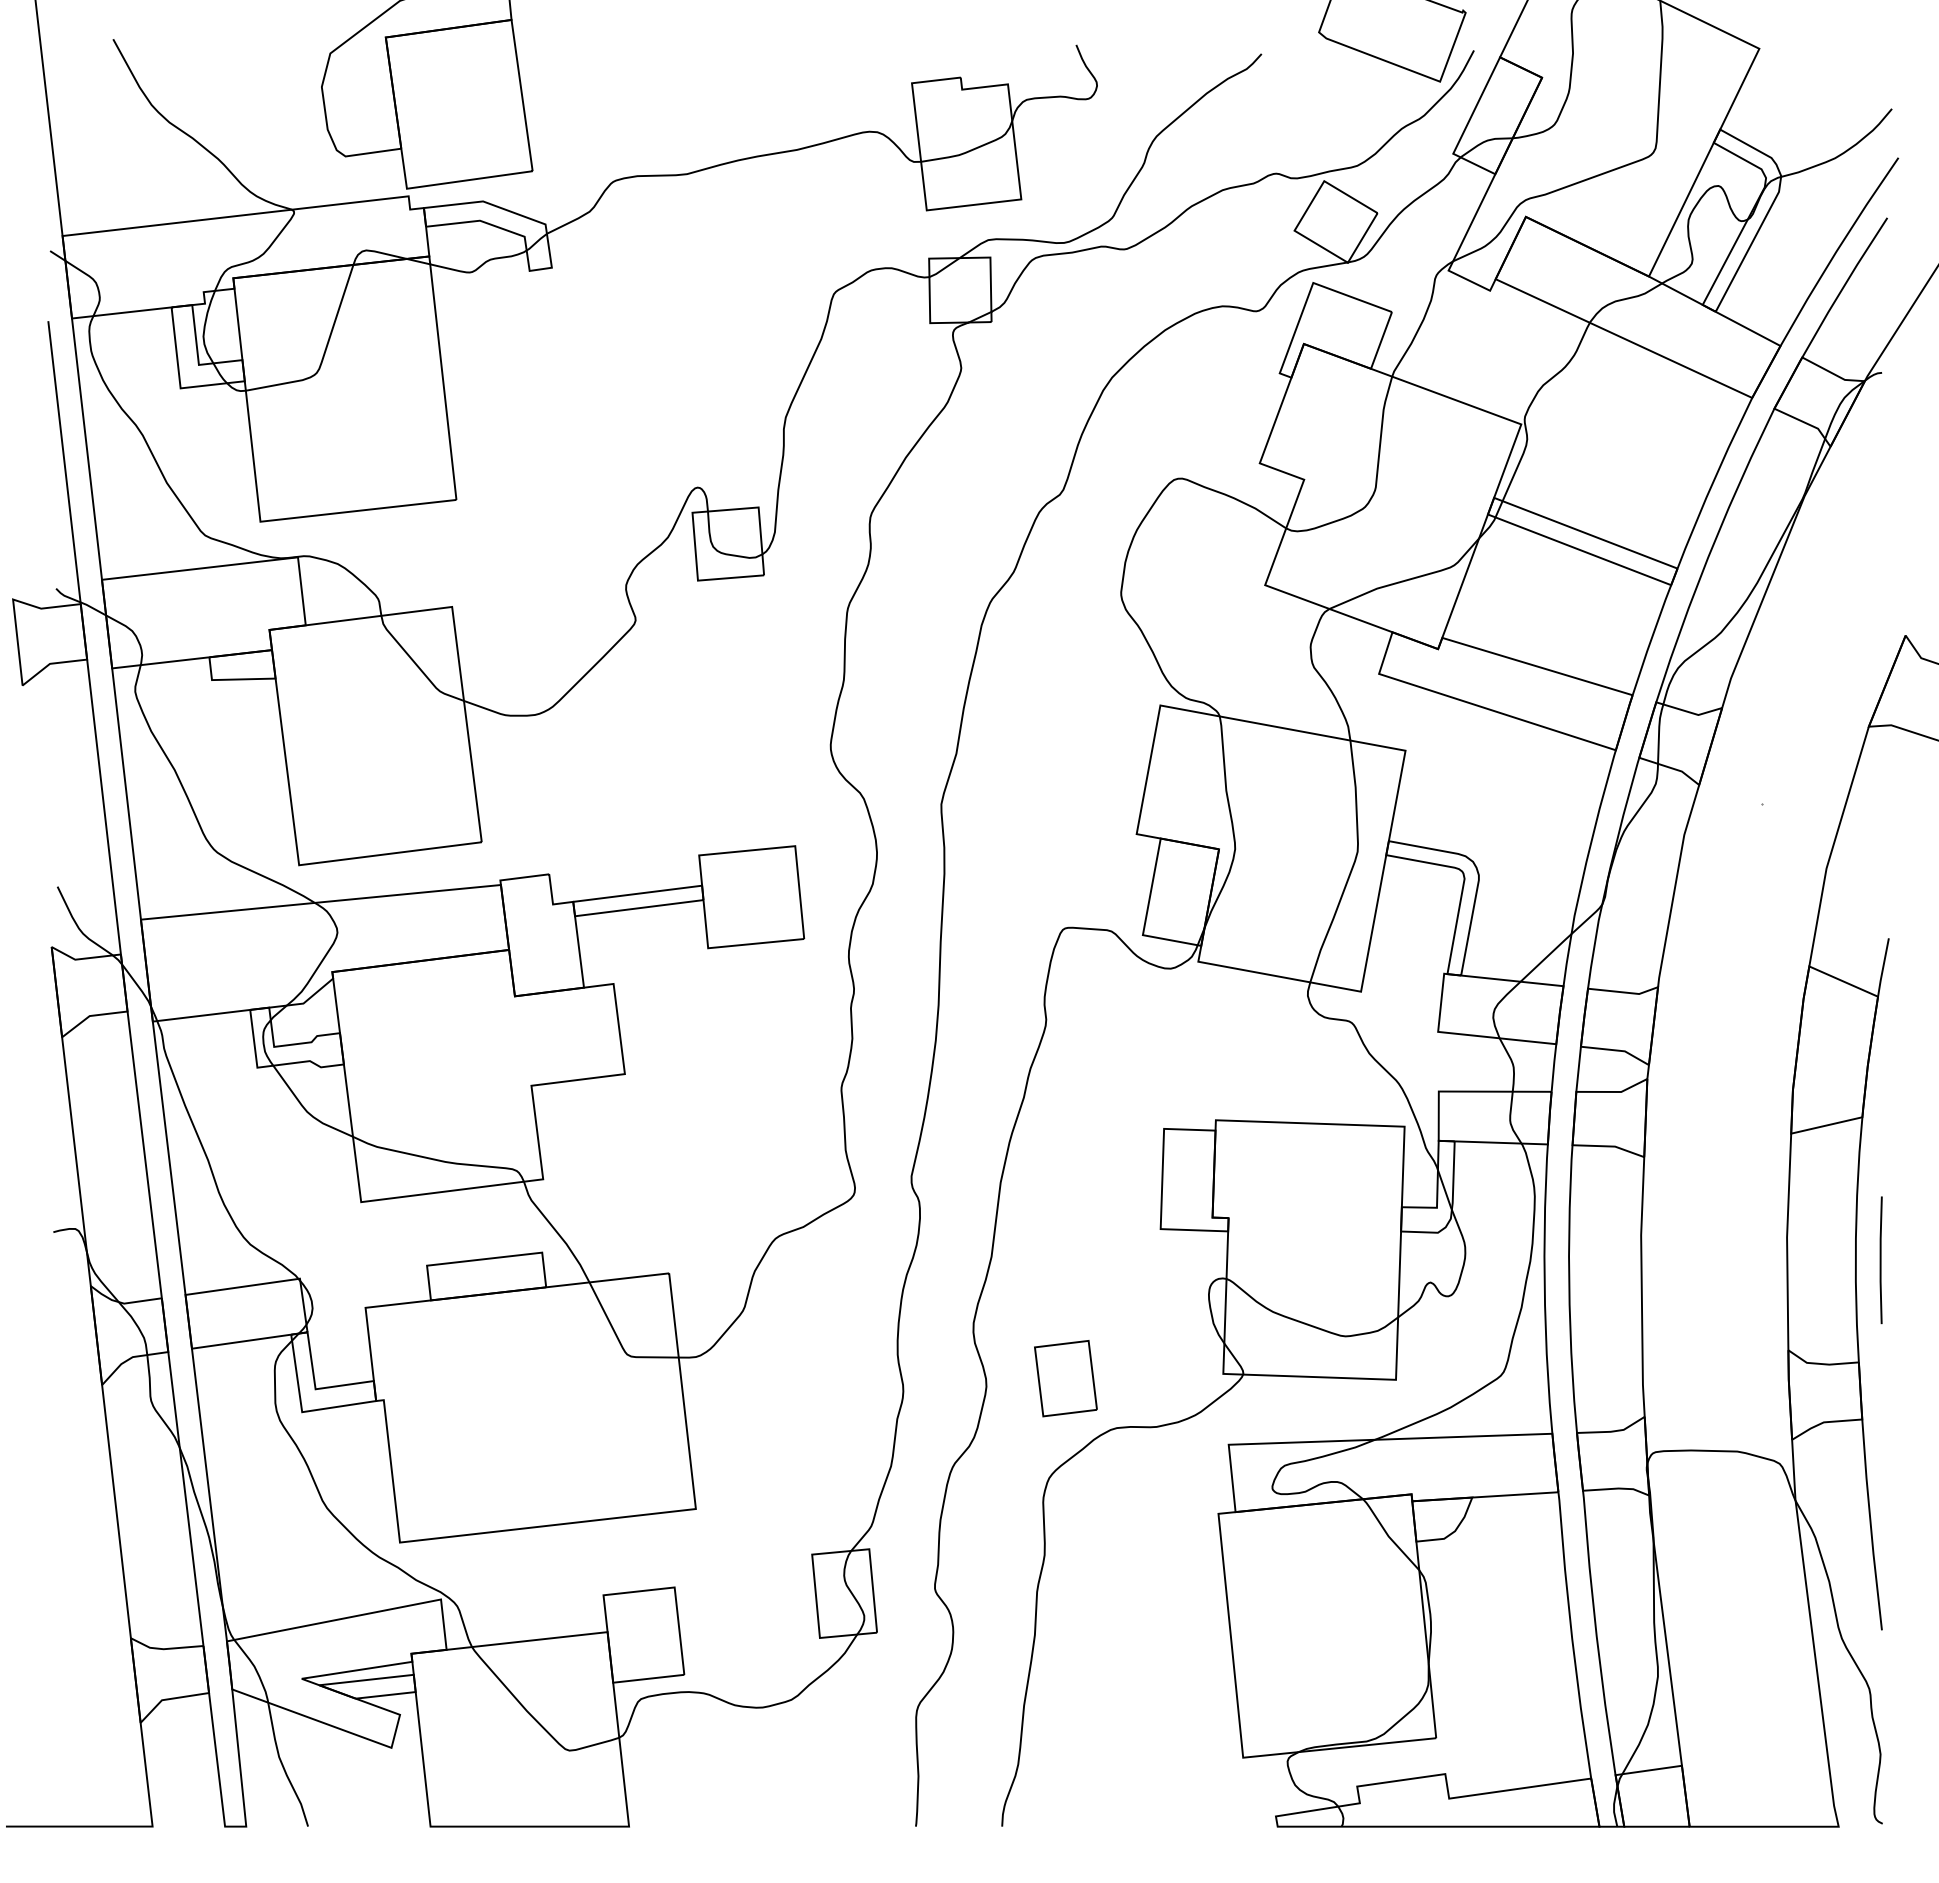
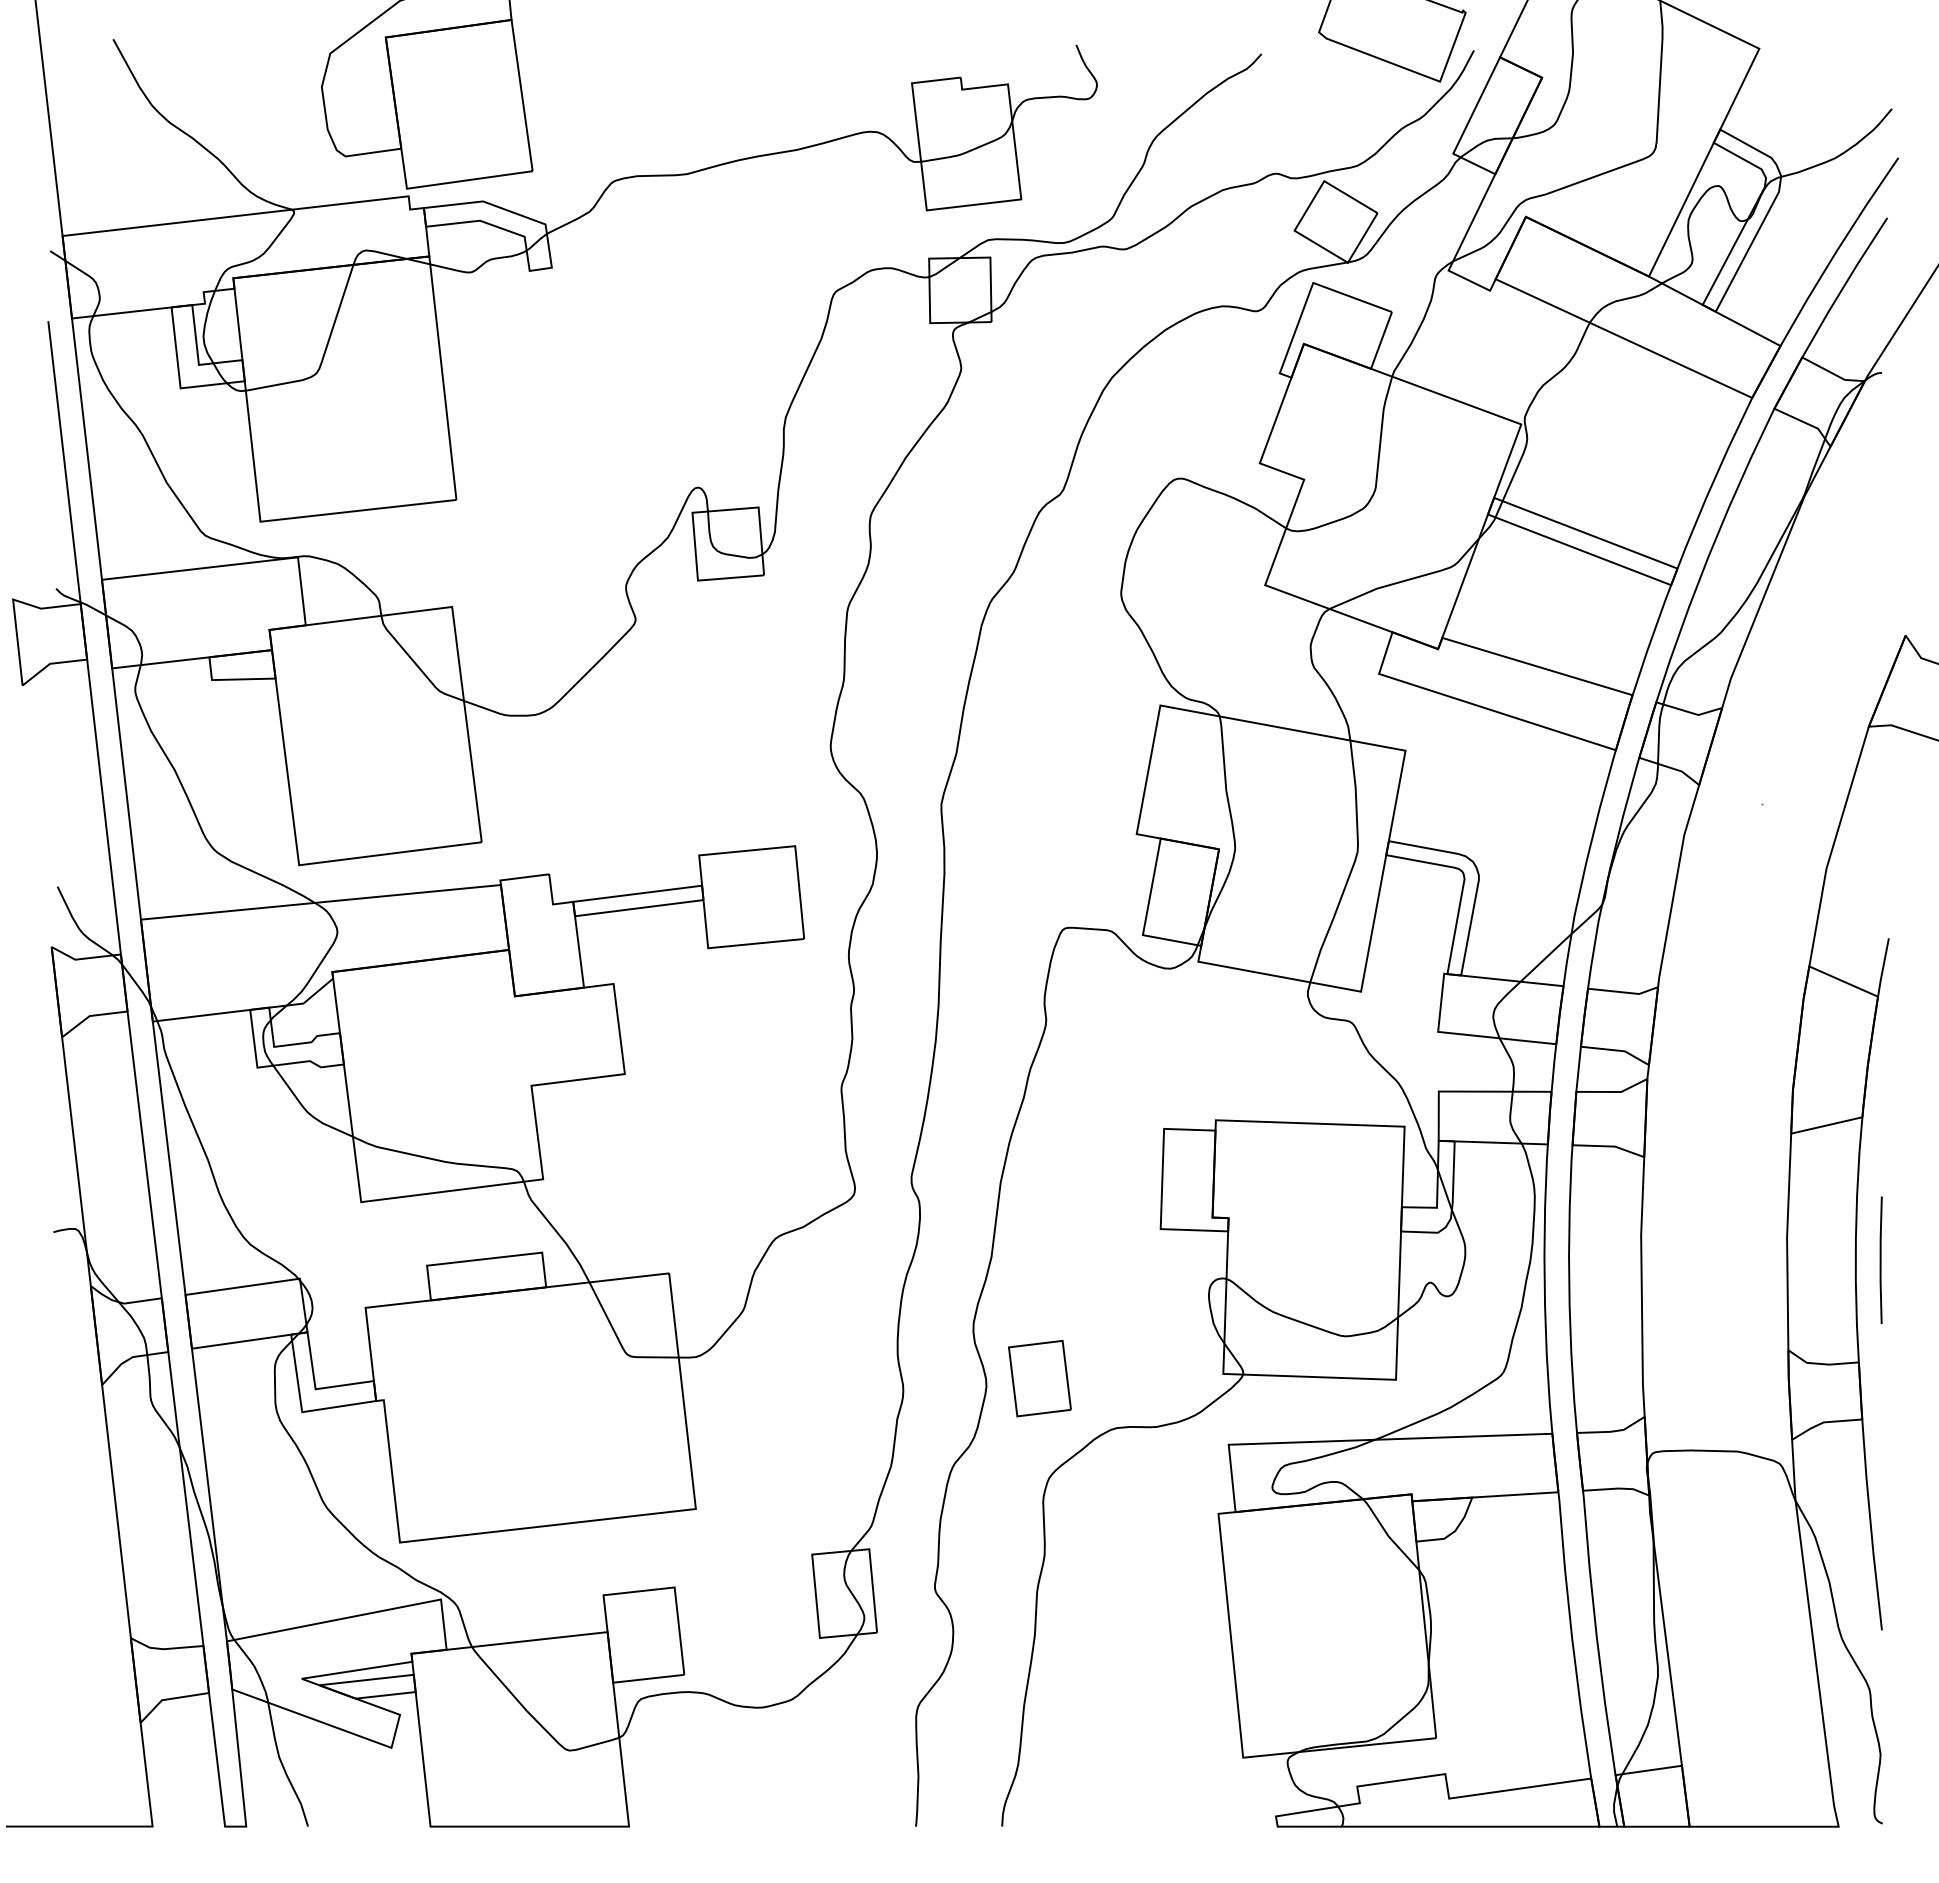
part at (1065, 1378) position: (1065, 1378) -> (1039, 1378)
